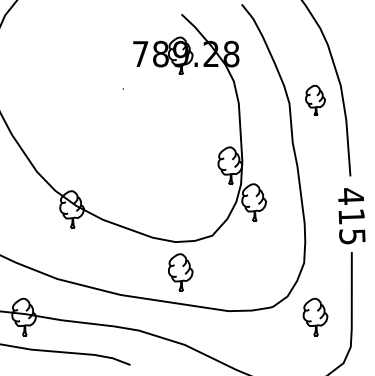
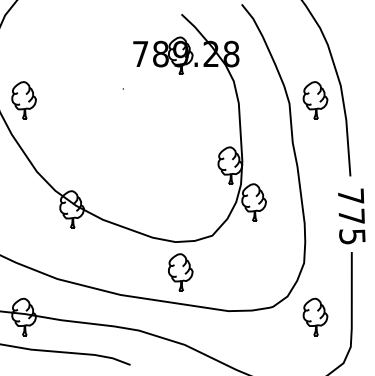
part at (315, 99) size: 21x32 px -> 27x39 px
part at (23, 100): none -> present
text at (351, 206): 415 -> 775
